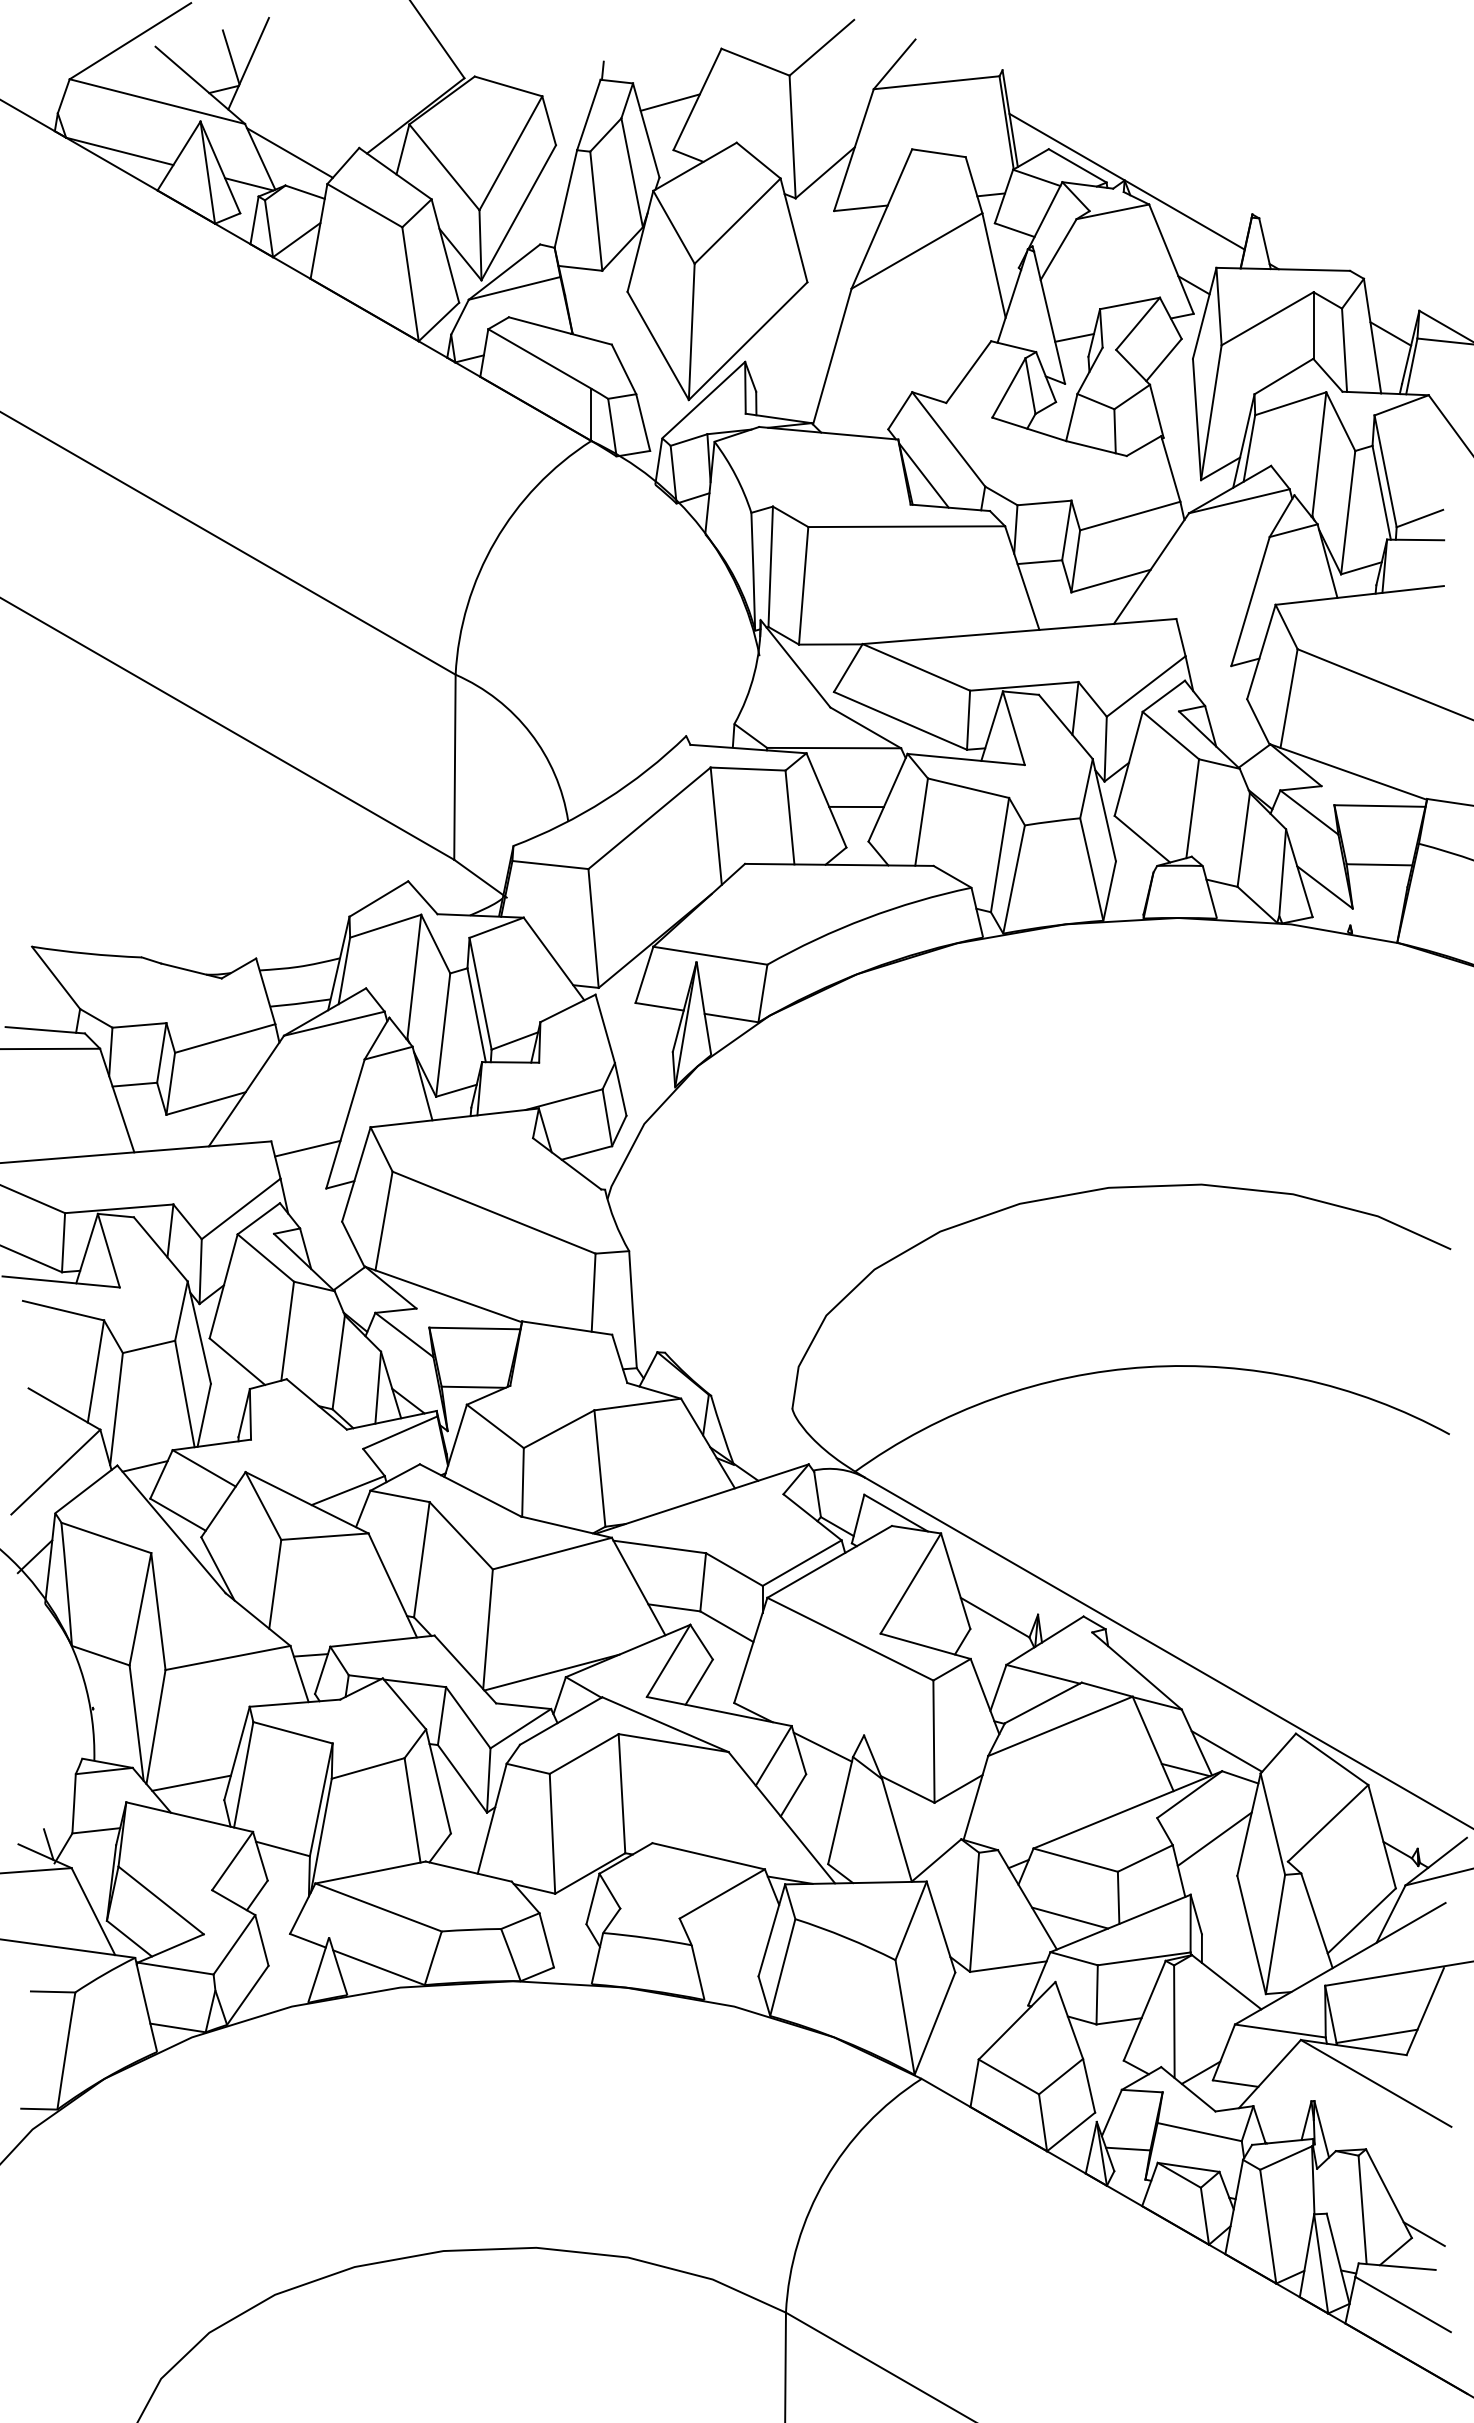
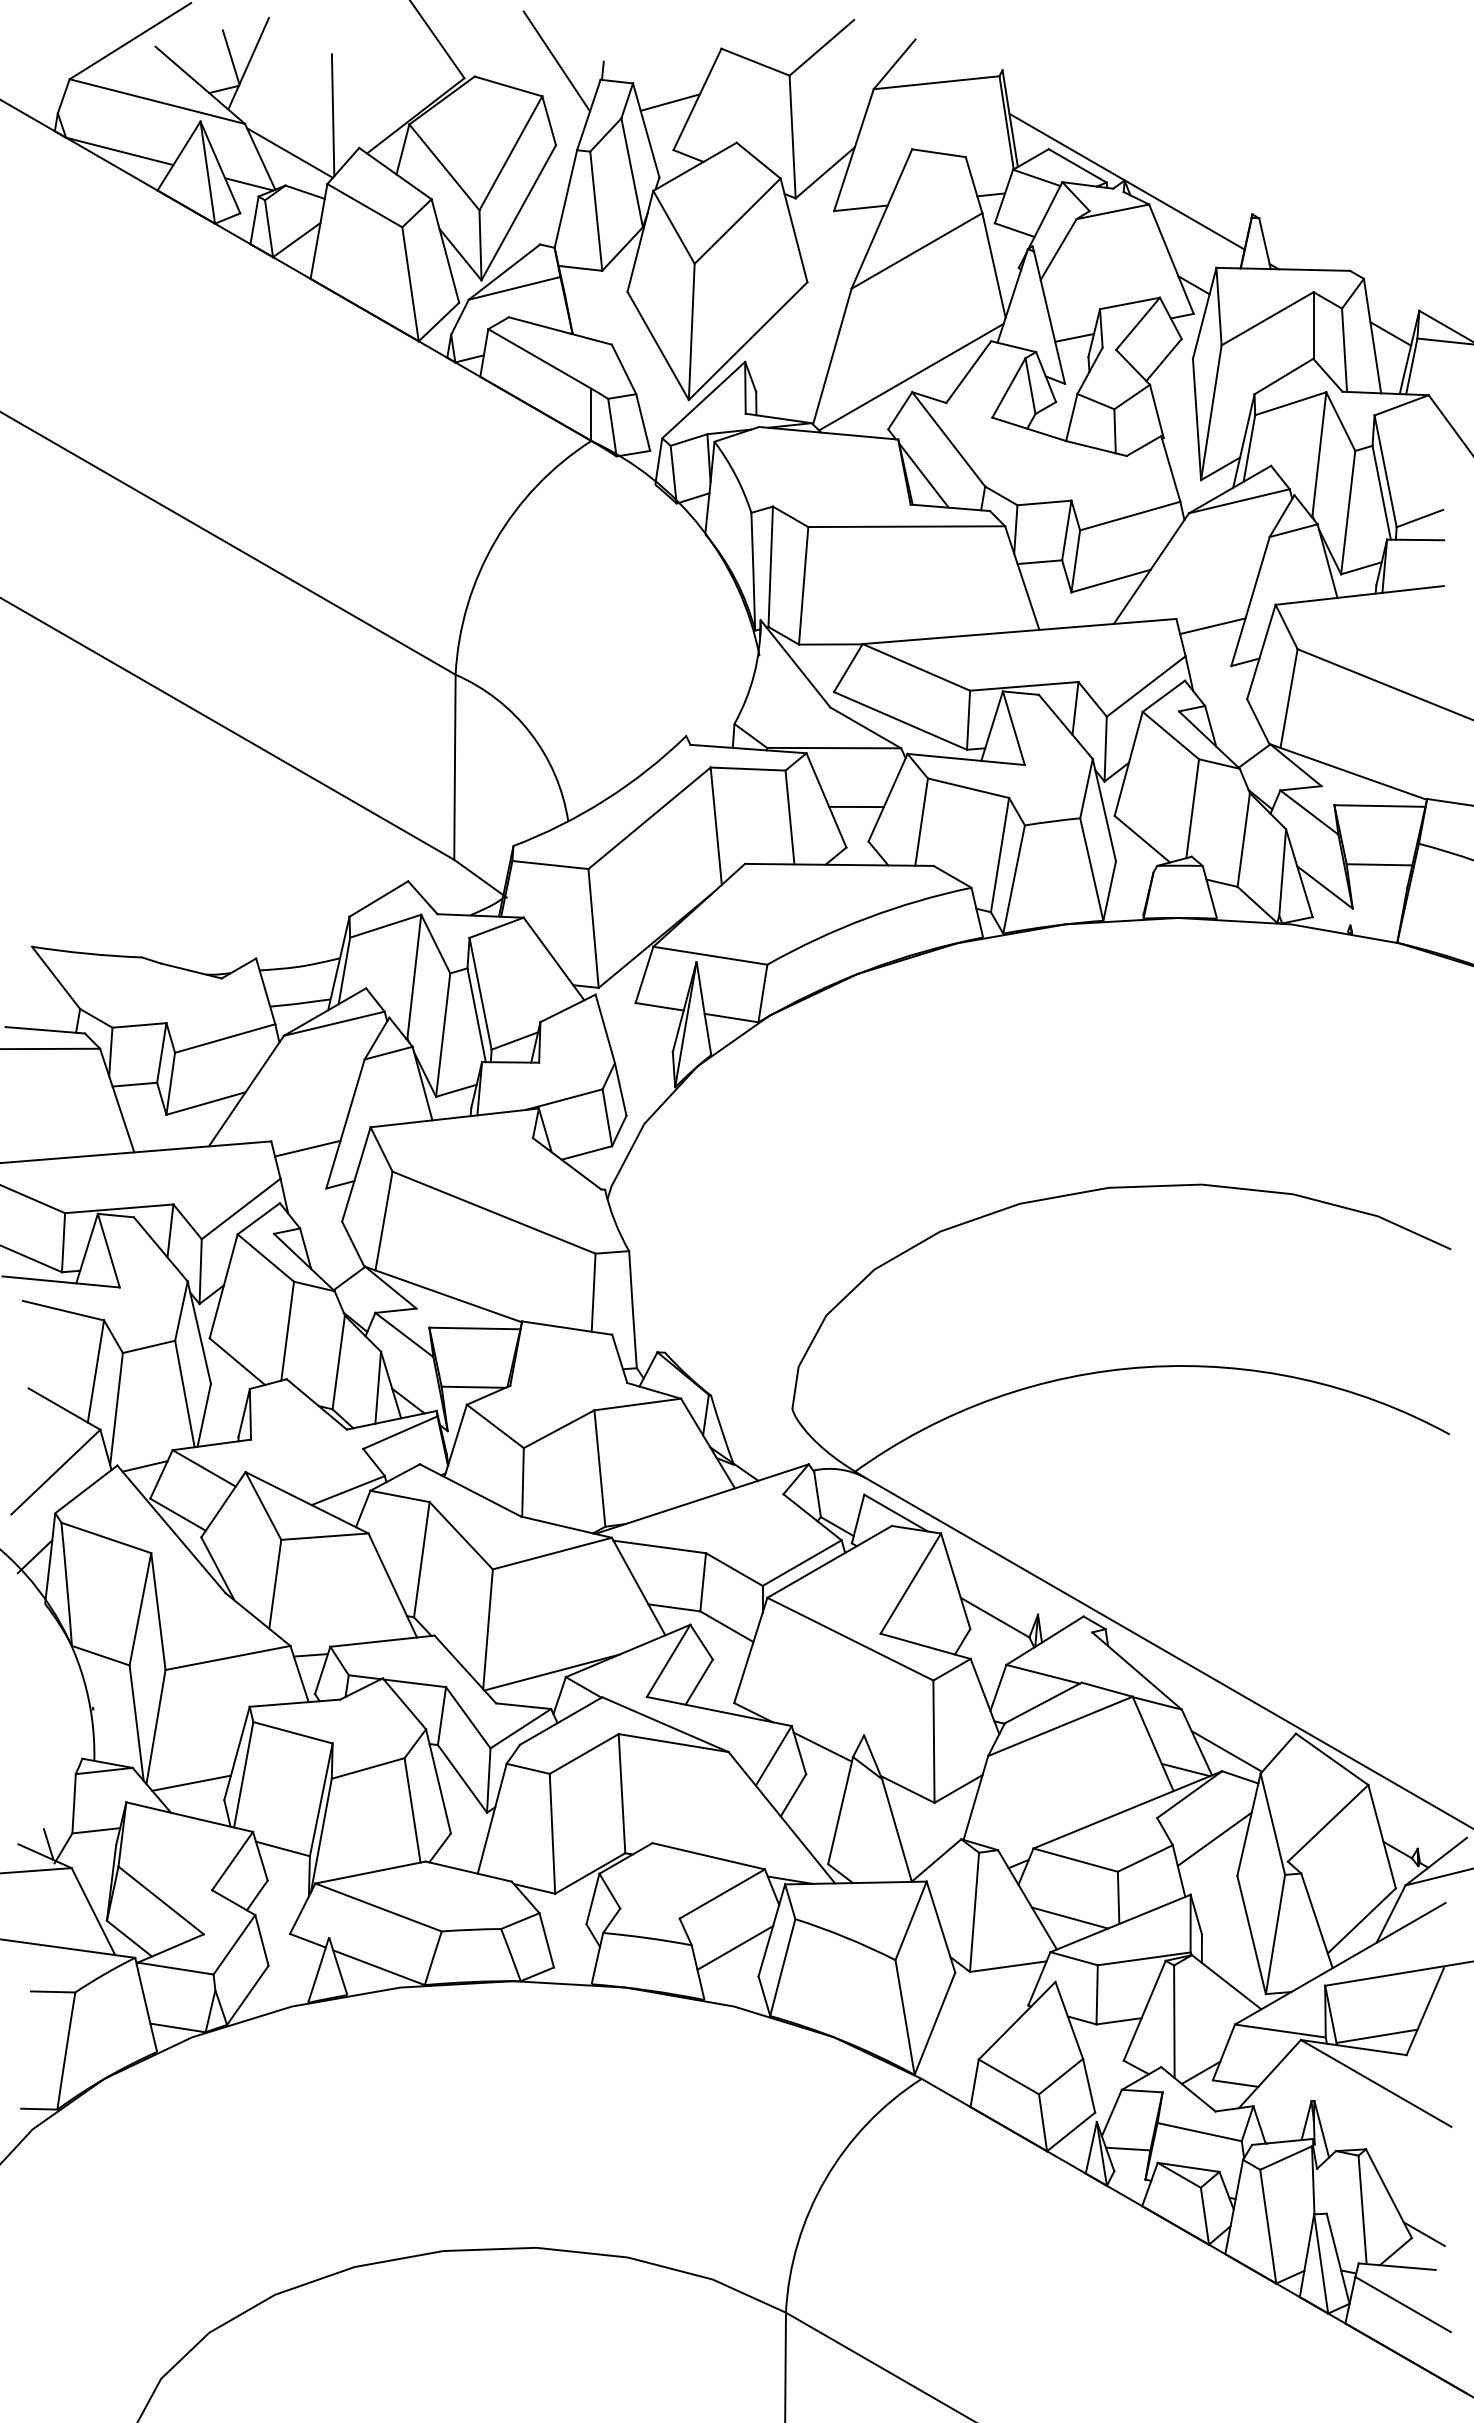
line at (556, 61): none -> present
line at (332, 115): none -> present
line at (911, 376): none -> present
line at (1212, 626): none -> present
line at (735, 1947): none -> present
